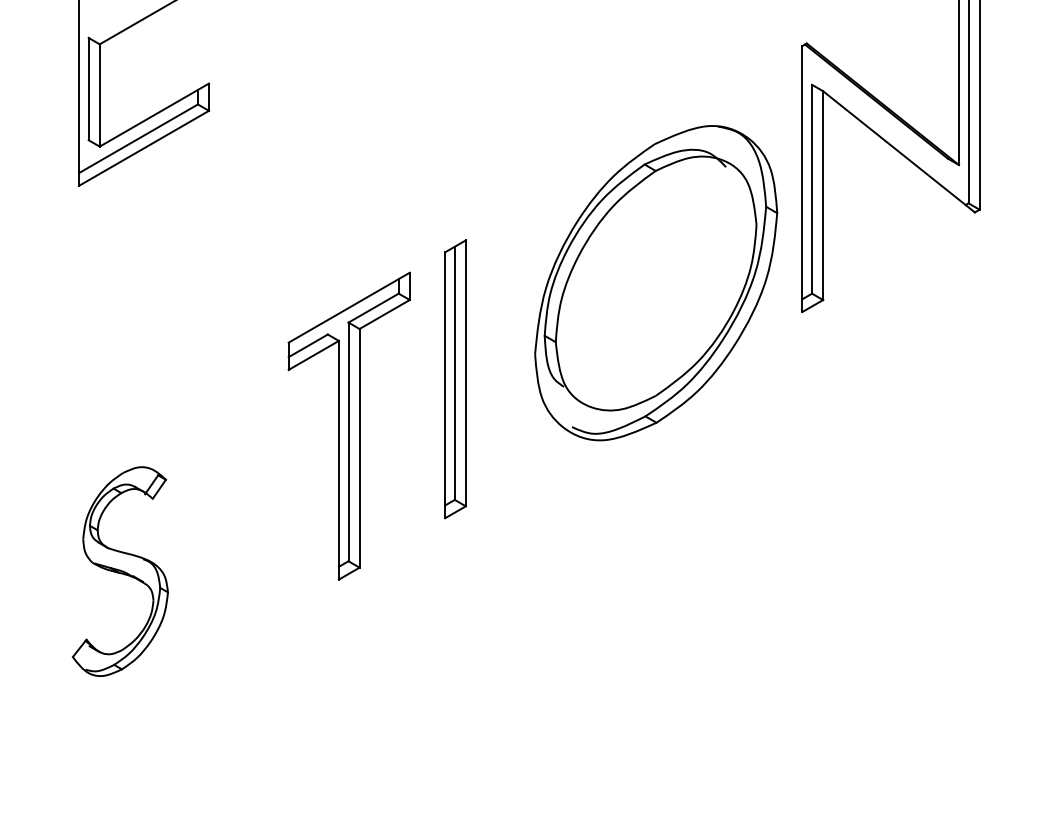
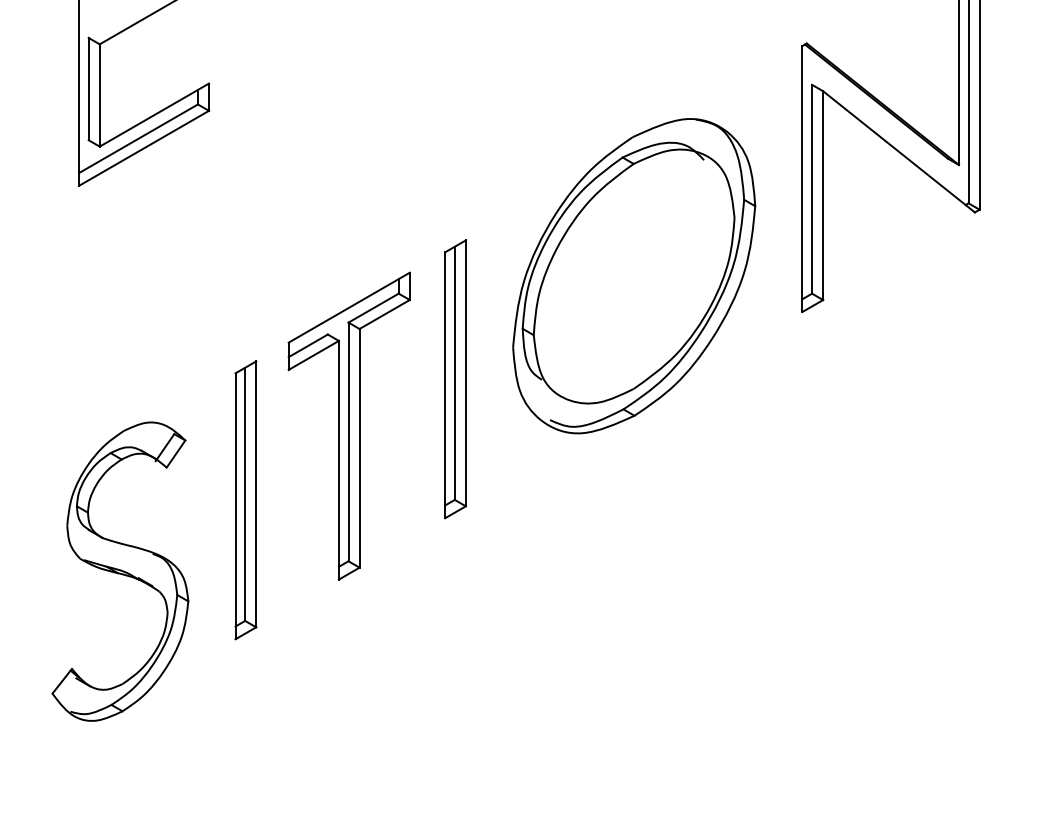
part at (656, 283) position: (656, 283) -> (634, 276)
part at (245, 500): none -> present
part at (119, 571) size: 98x211 px -> 139x301 px
